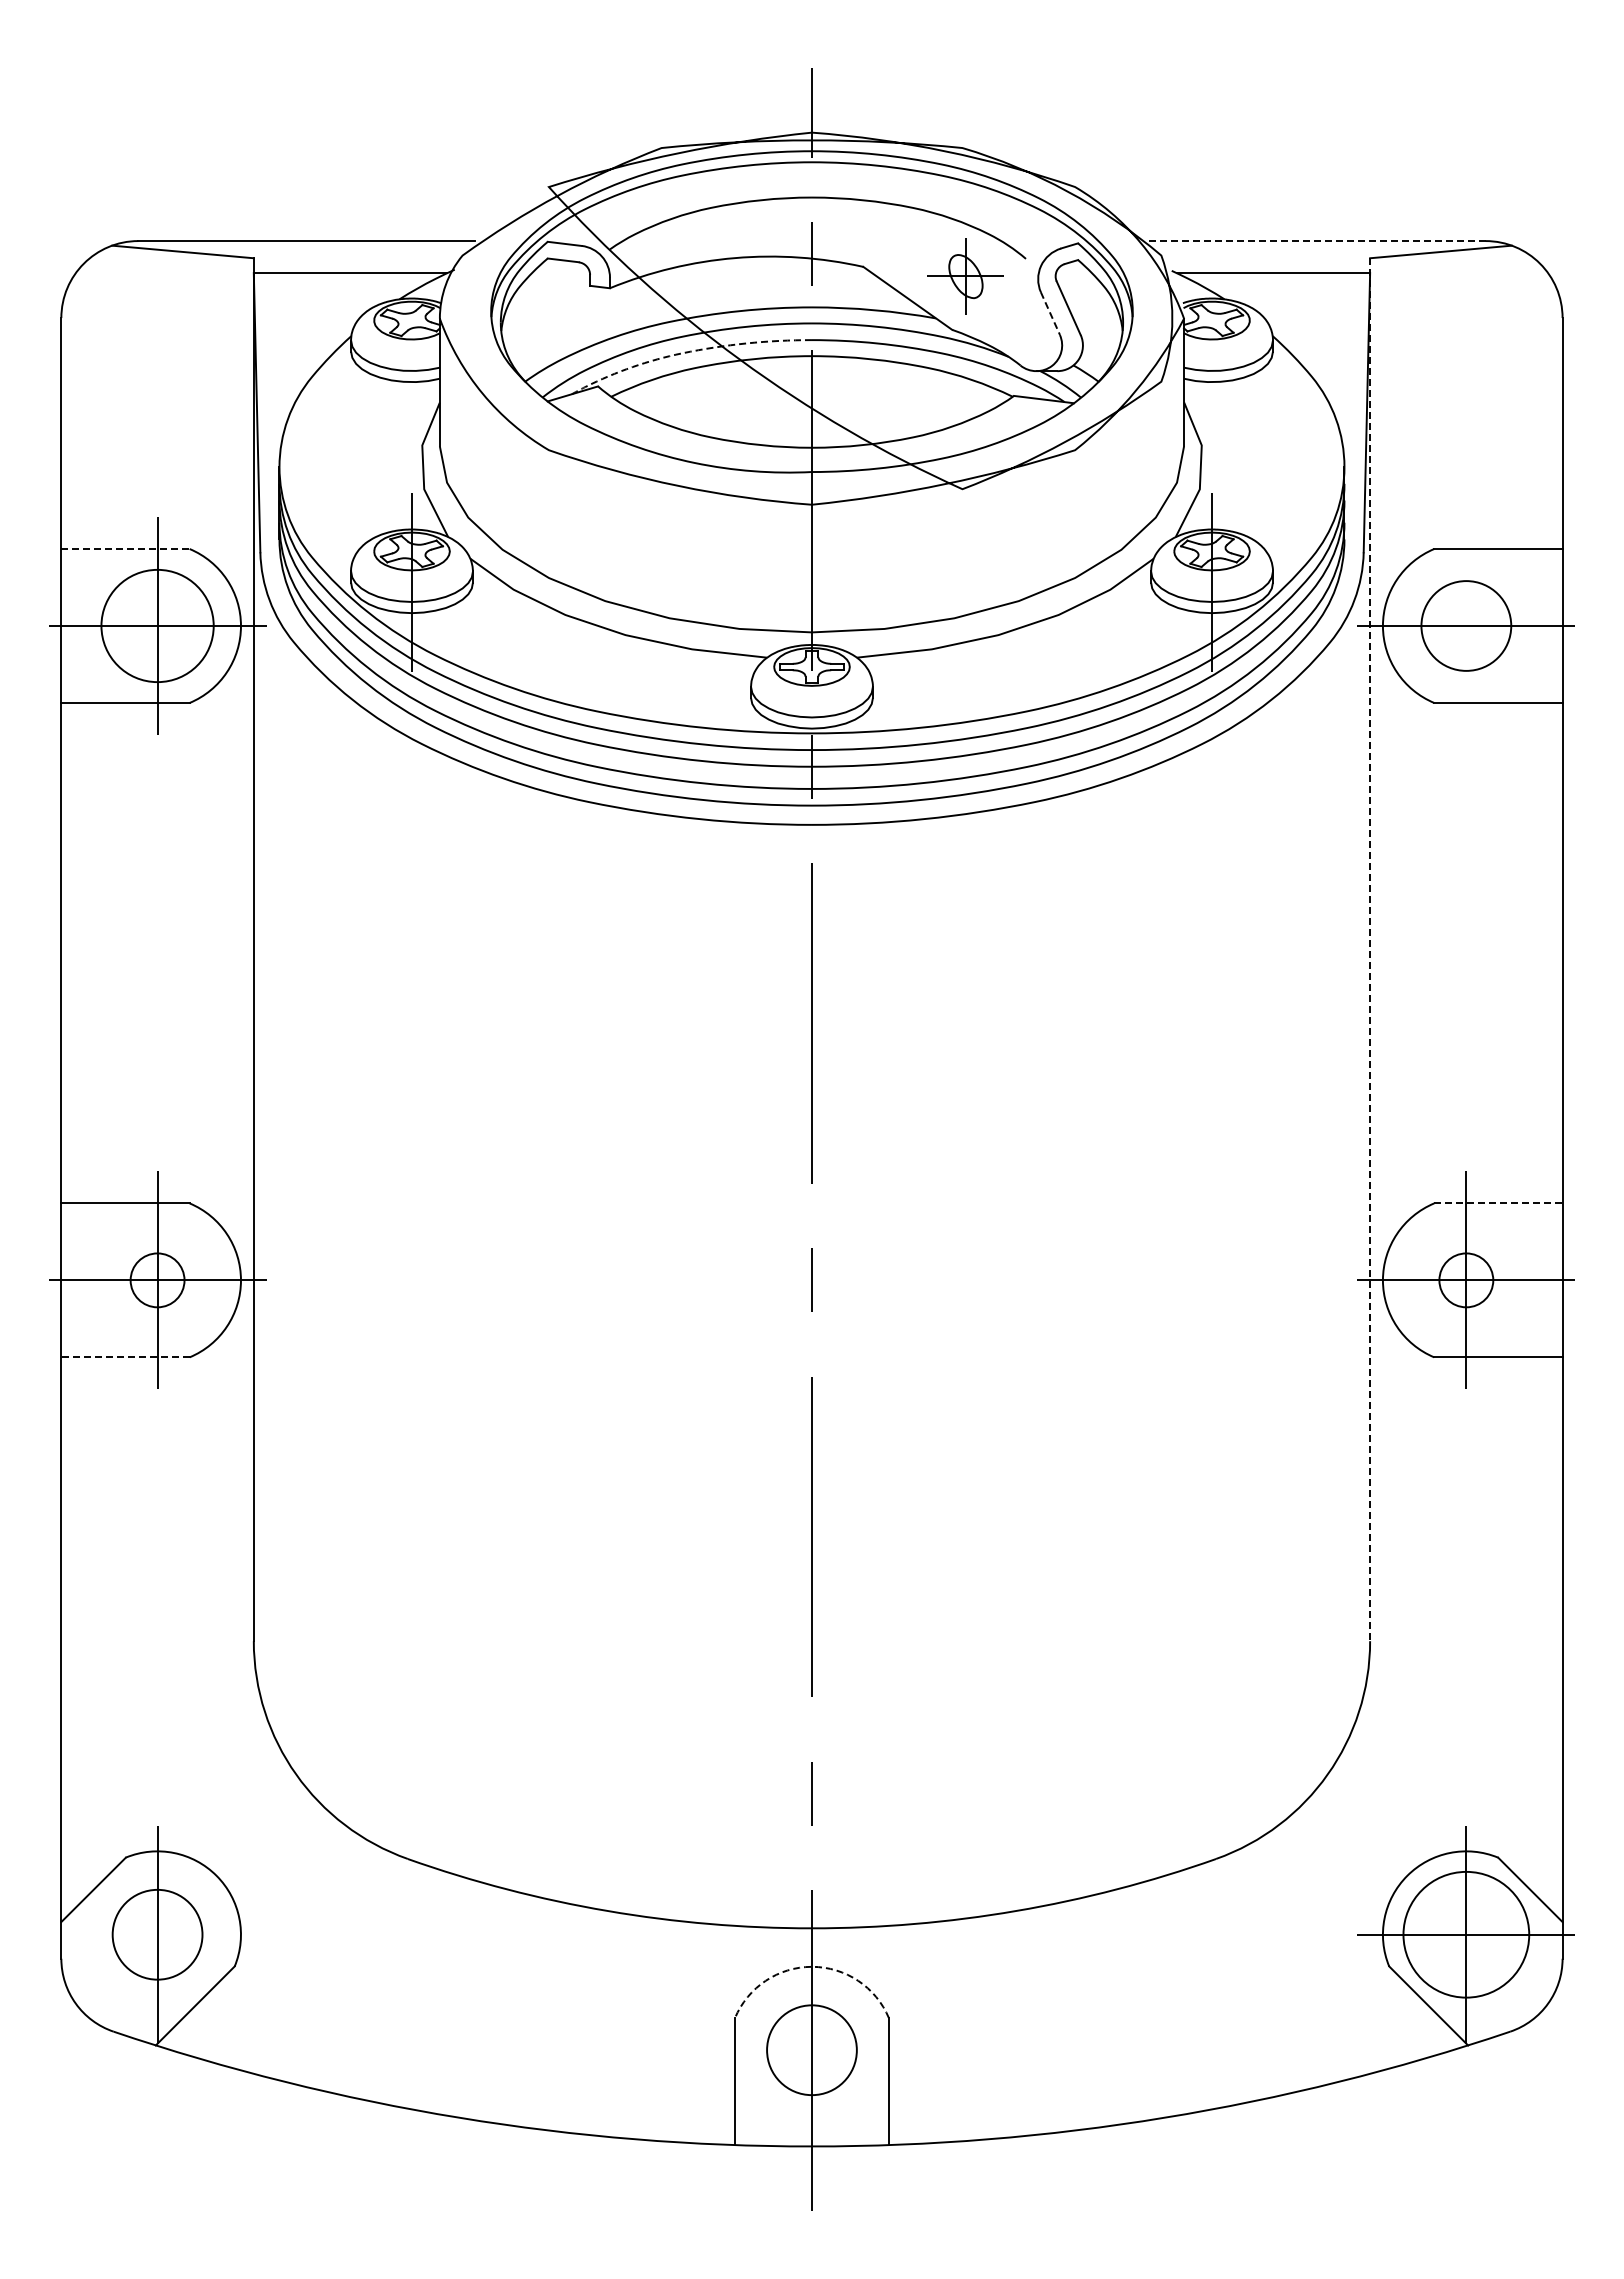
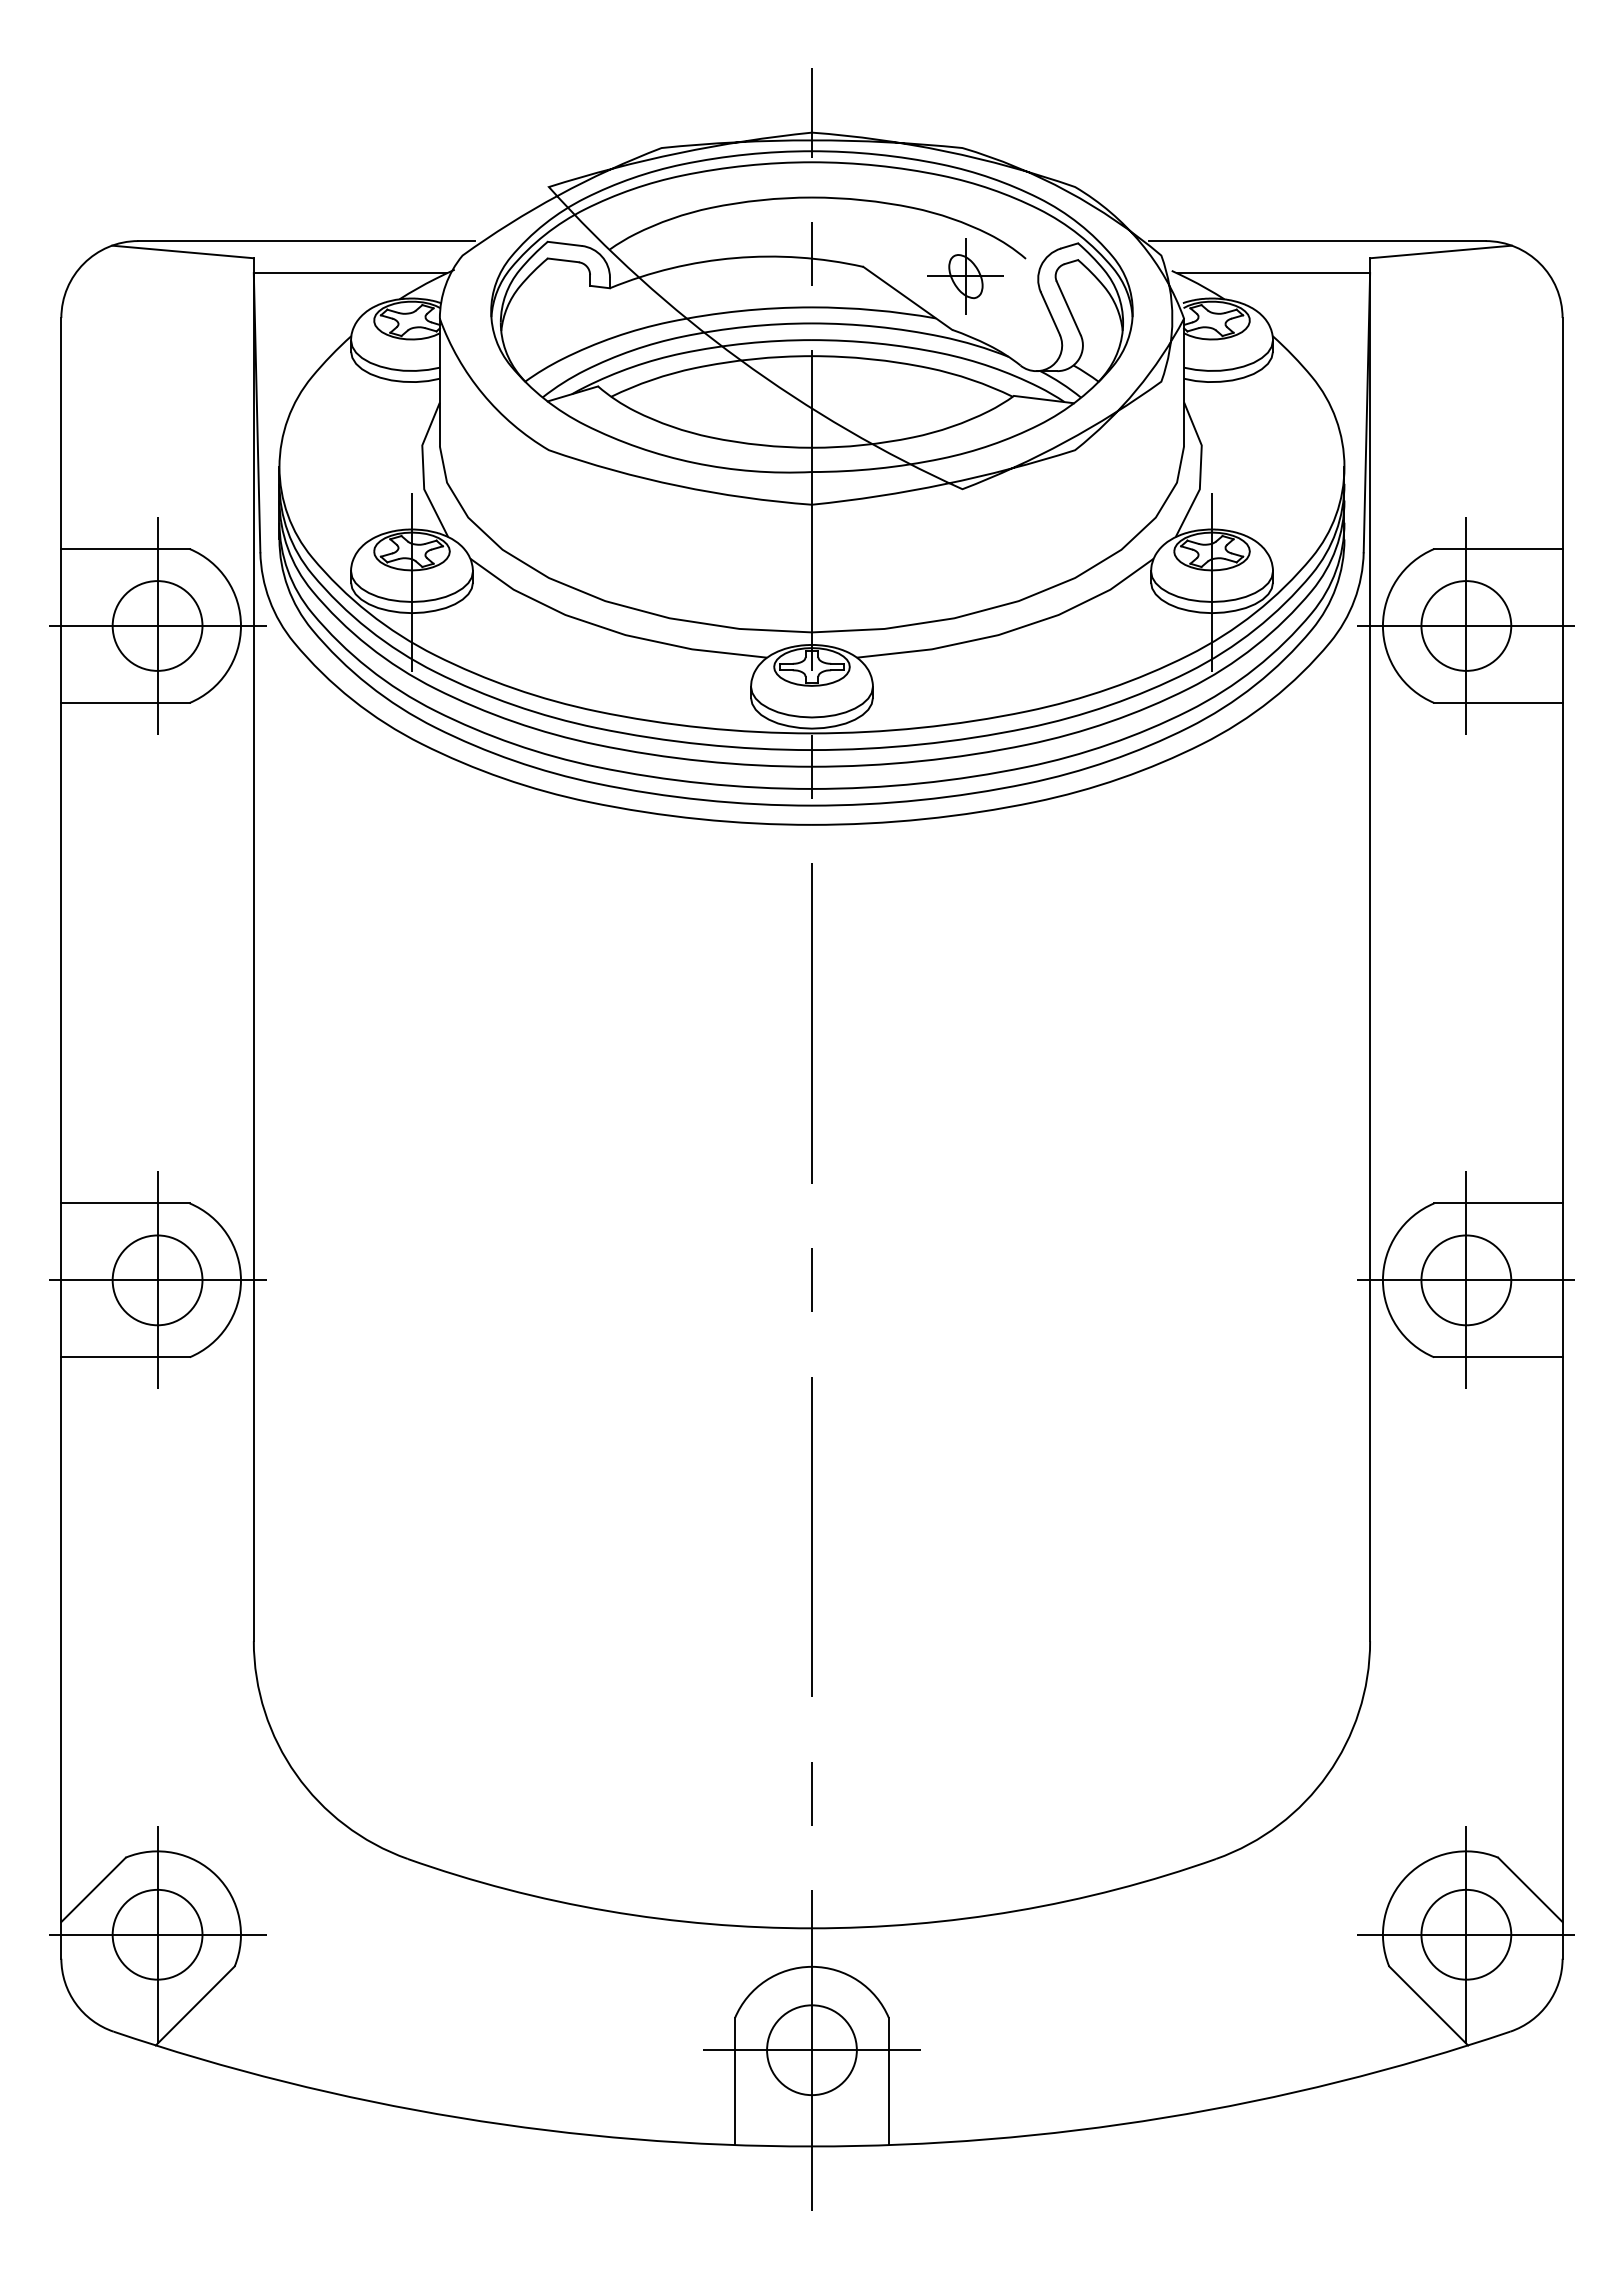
line at (1316, 241): dashed -> solid
line at (1050, 314): dashed -> solid
line at (685, 352): dashed -> solid
line at (126, 549): dashed -> solid
circle at (157, 625) diameter: 112 px -> 90 px
line at (1466, 625): none -> present
line at (1370, 950): dashed -> solid
line at (1498, 1203): dashed -> solid
circle at (157, 1280) diameter: 54 px -> 90 px
circle at (1466, 1280) diameter: 54 px -> 90 px
line at (125, 1357): dashed -> solid
line at (157, 1934): none -> present
circle at (1466, 1934) diameter: 126 px -> 90 px
arc at (811, 1966): dashed -> solid
line at (811, 2050): none -> present
